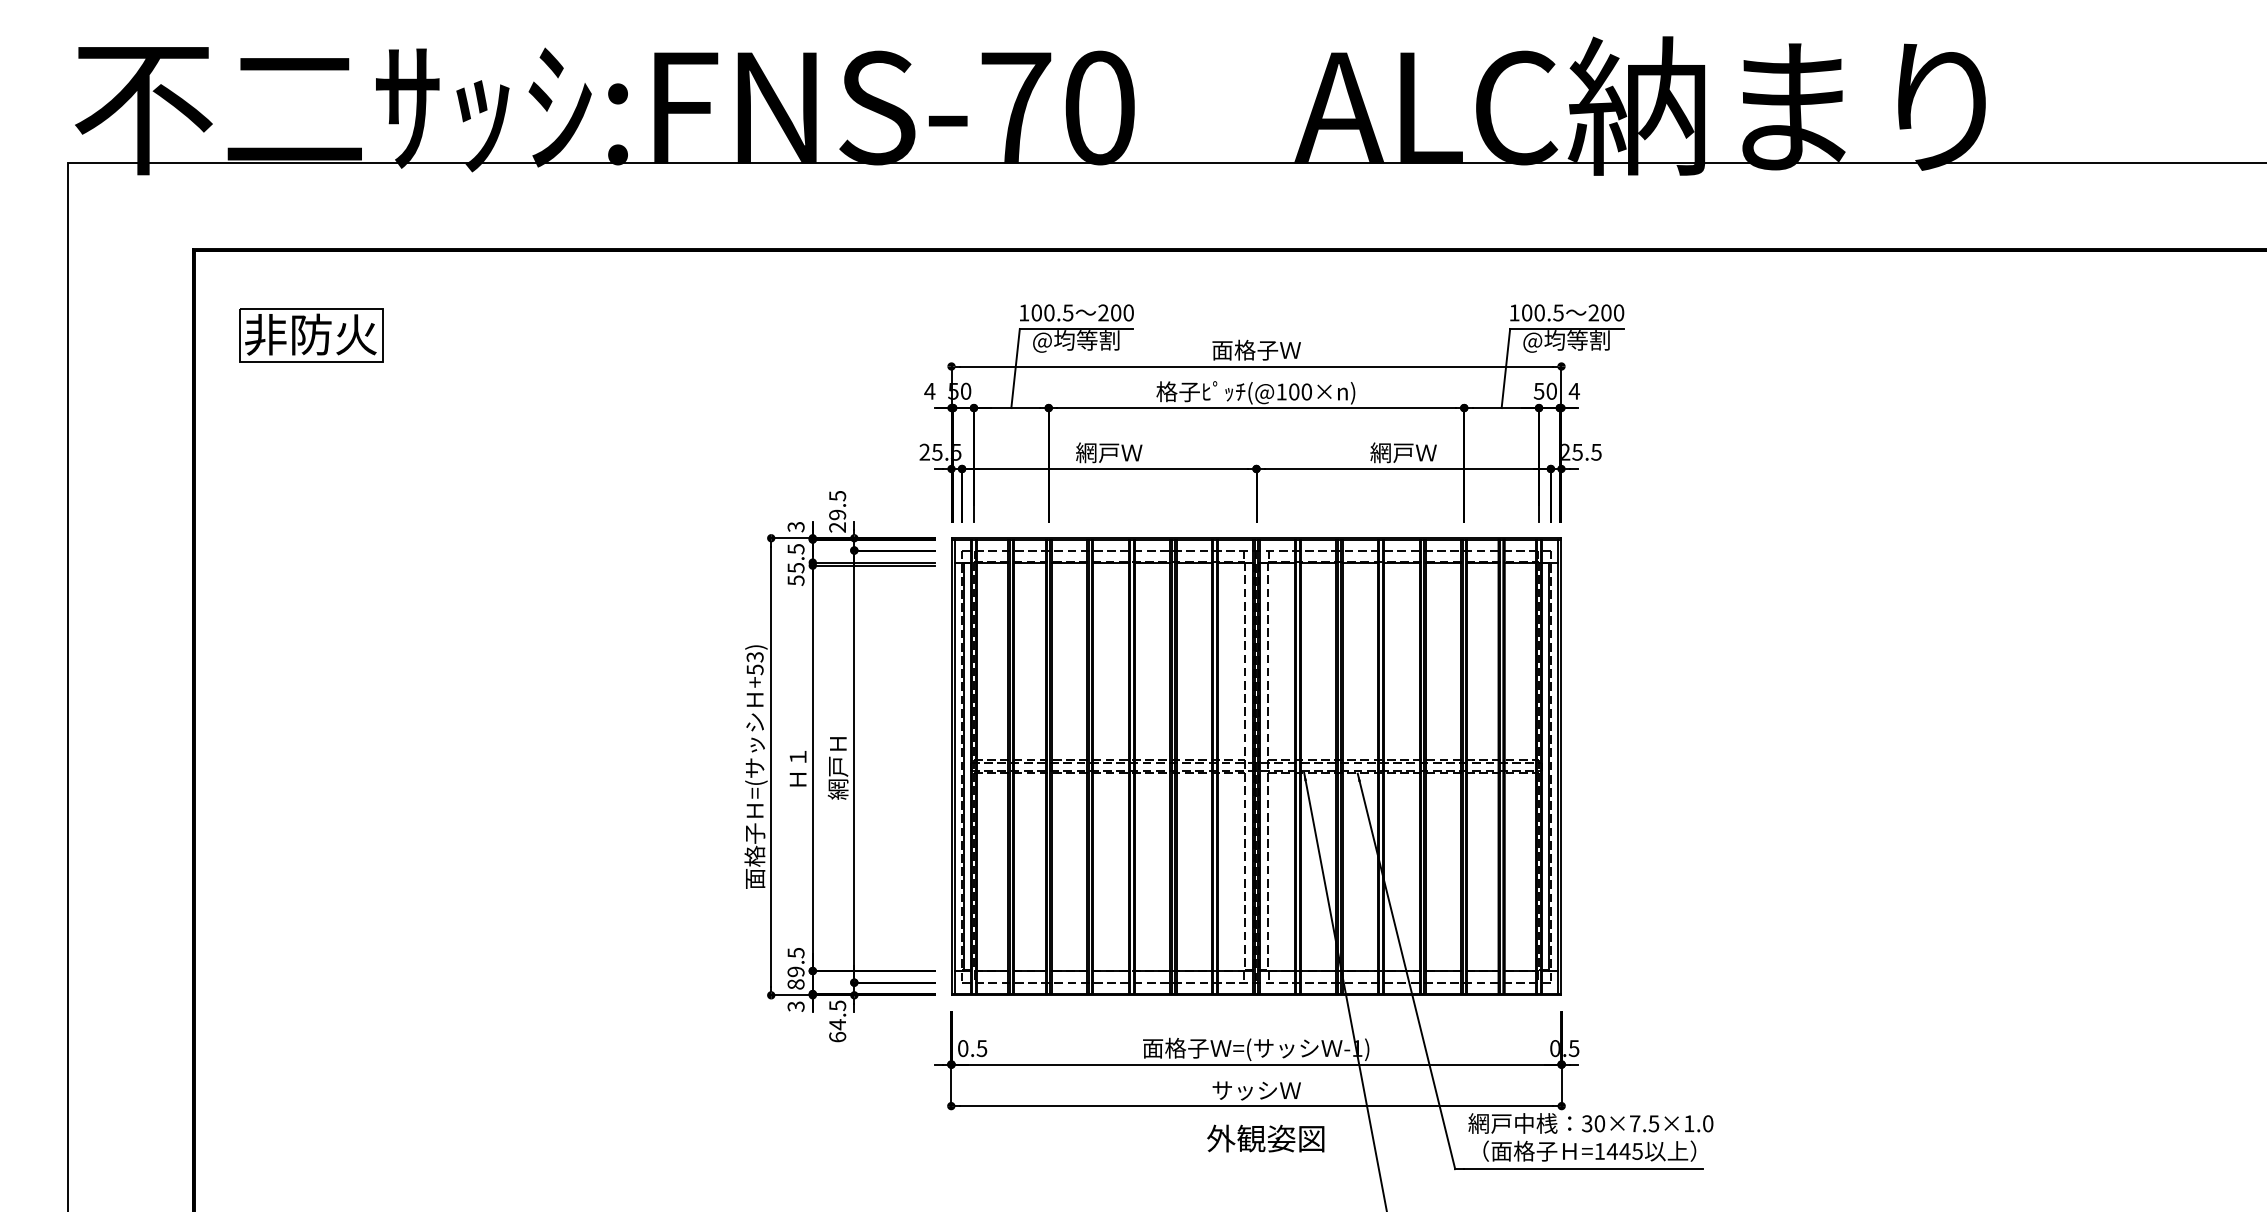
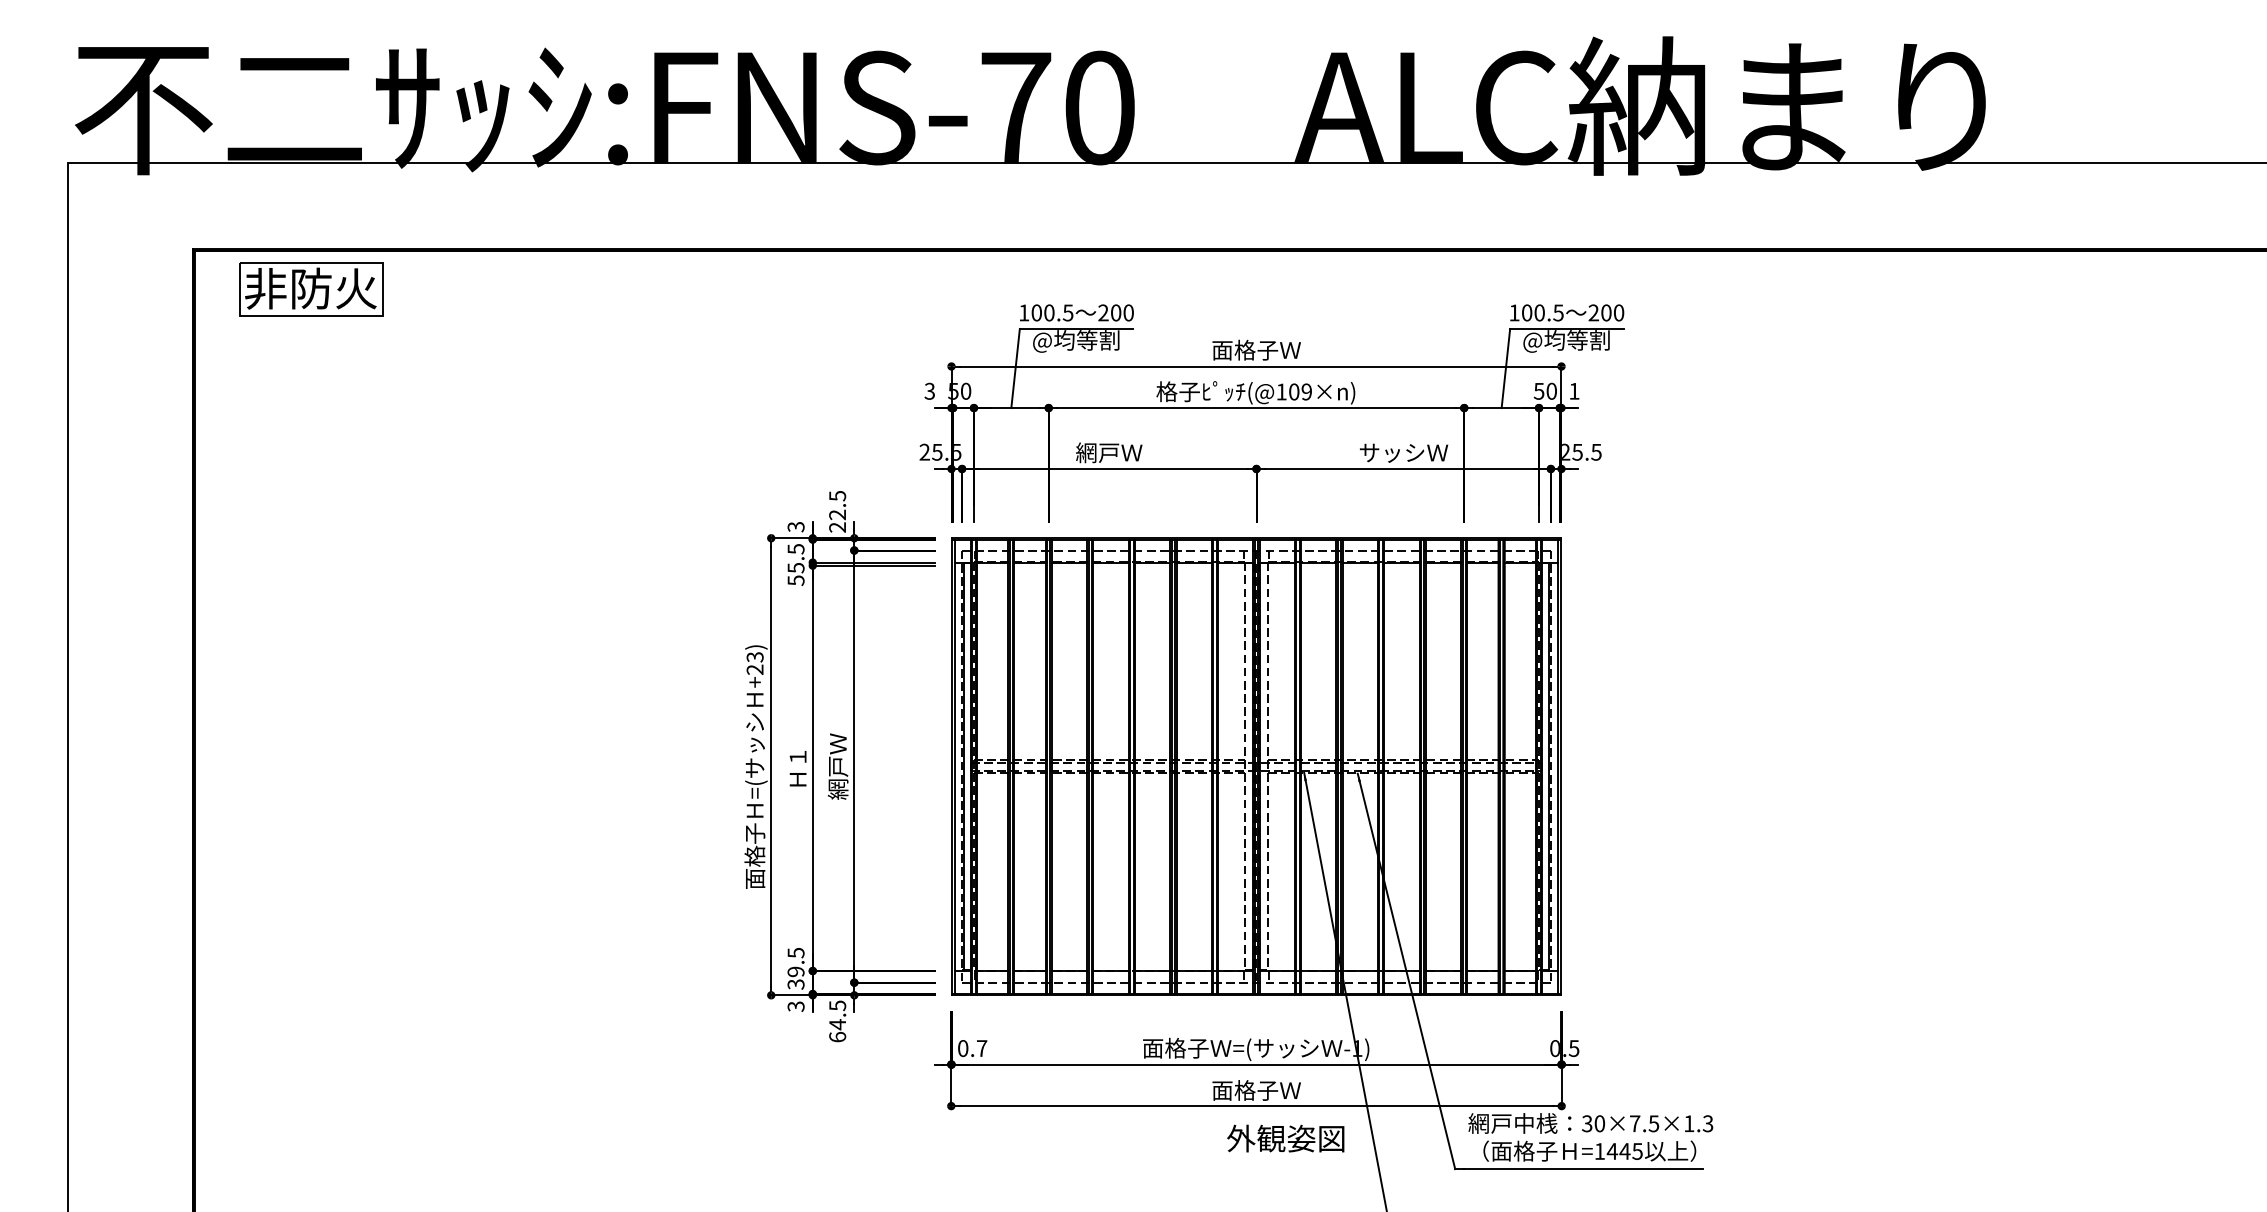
part at (311, 335) position: (311, 335) -> (311, 289)
text at (929, 390): 4 -> 3
text at (1306, 391): (@100×n) -> (@109×n)
text at (1574, 391): 4 -> 1
text at (1403, 452): 網戸Ｗ -> サッシＷ
text at (837, 514): 29.5 -> 22.5
text at (754, 669): +53) -> +23)
text at (838, 743): 網戸Ｈ -> 網戸Ｗ
text at (795, 984): 89.5 -> 39.5
text at (981, 1048): 0.5 -> 0.7
text at (1245, 1090): サッシＷ -> 面格子Ｗ
text at (1707, 1123): 30×7.5×1.0^J -> 30×7.5×1.3^J
text at (1265, 1138) position: (1265, 1138) -> (1285, 1138)
